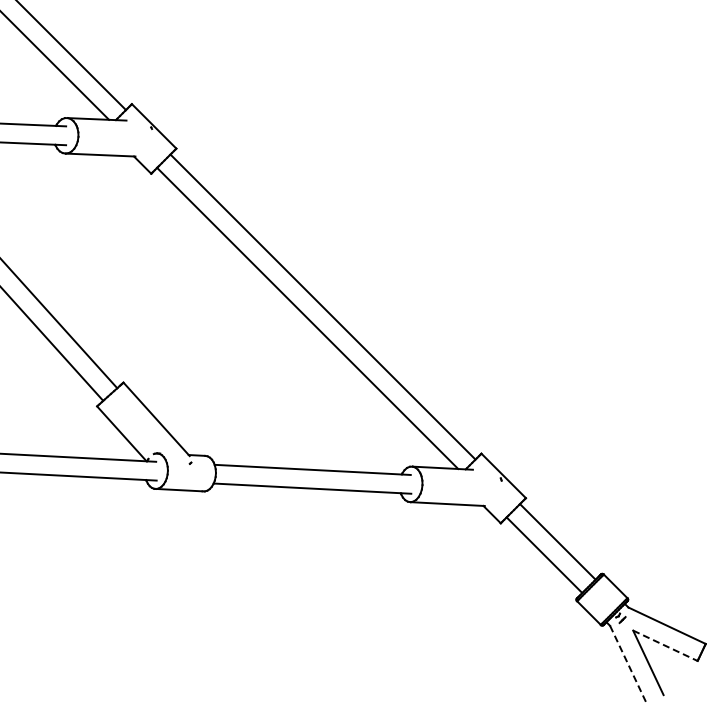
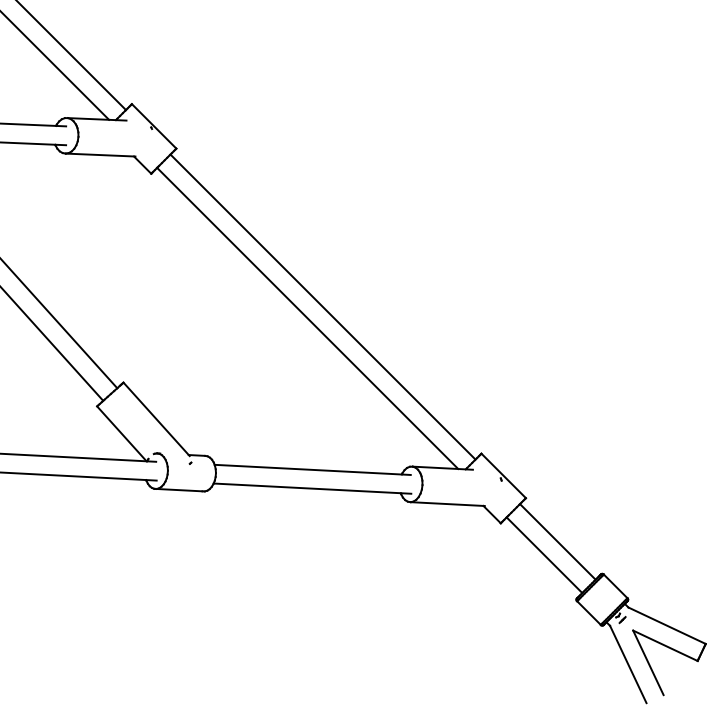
line at (665, 645): dashed -> solid
line at (628, 664): dashed -> solid
